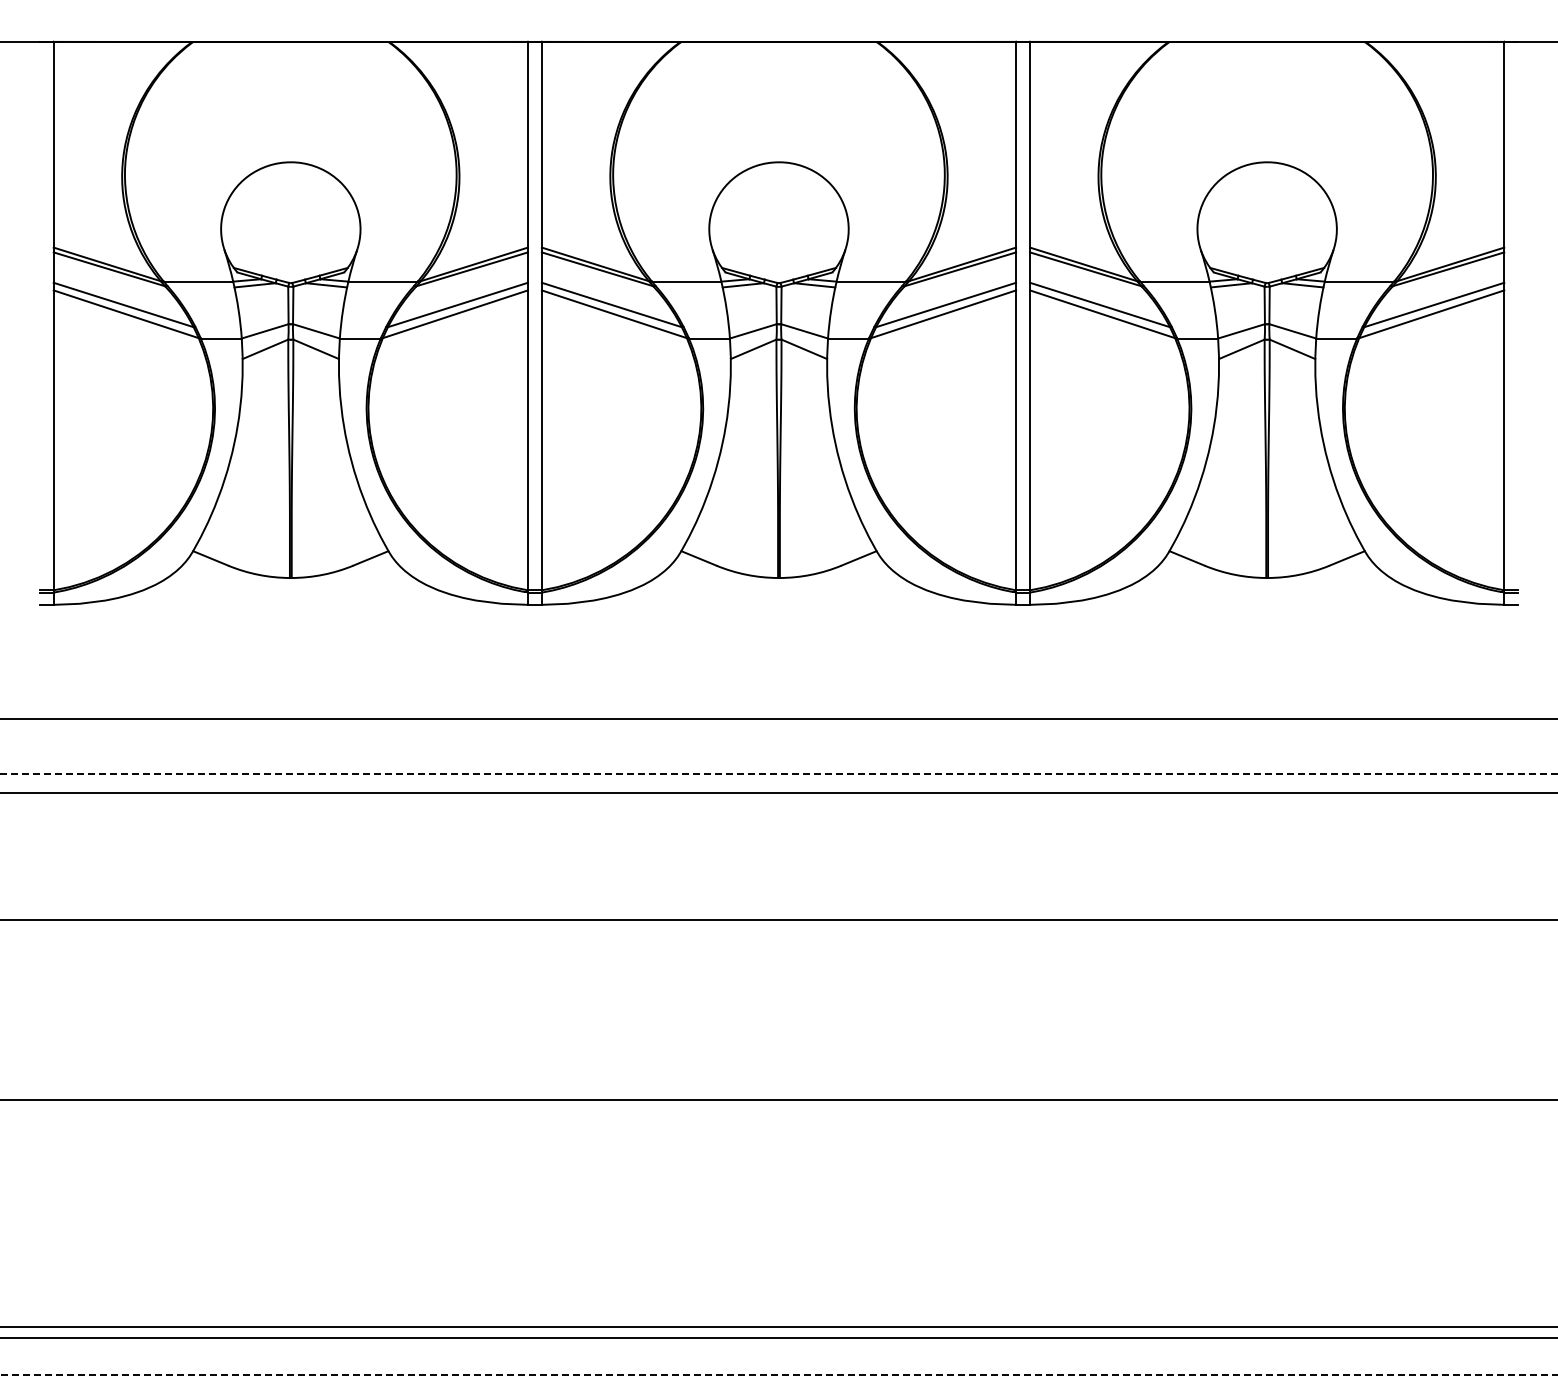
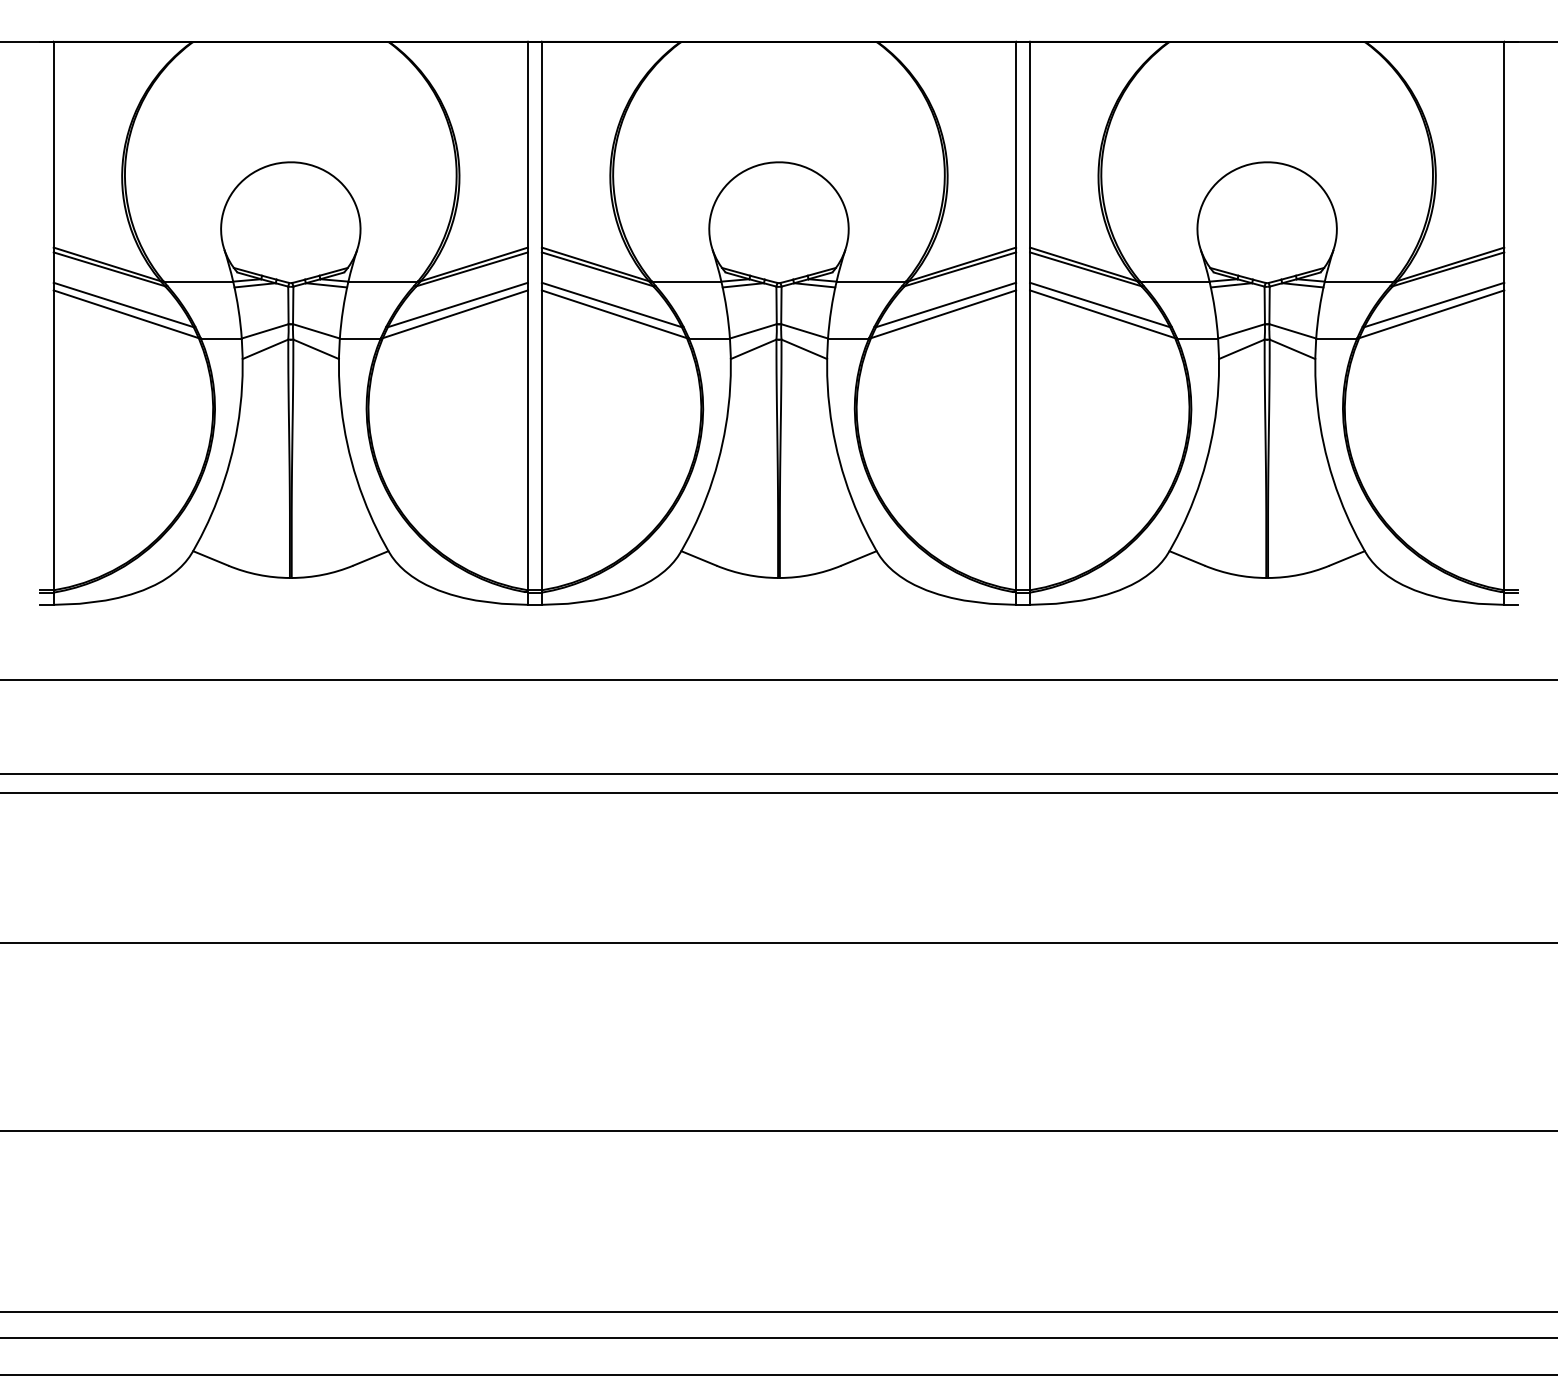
line at (778, 718) position: (778, 718) -> (778, 679)
line at (779, 773): dashed -> solid
line at (778, 919) position: (778, 919) -> (778, 942)
line at (778, 1099) position: (778, 1099) -> (778, 1130)
line at (778, 1326) position: (778, 1326) -> (778, 1311)
line at (778, 1374): dashed -> solid
